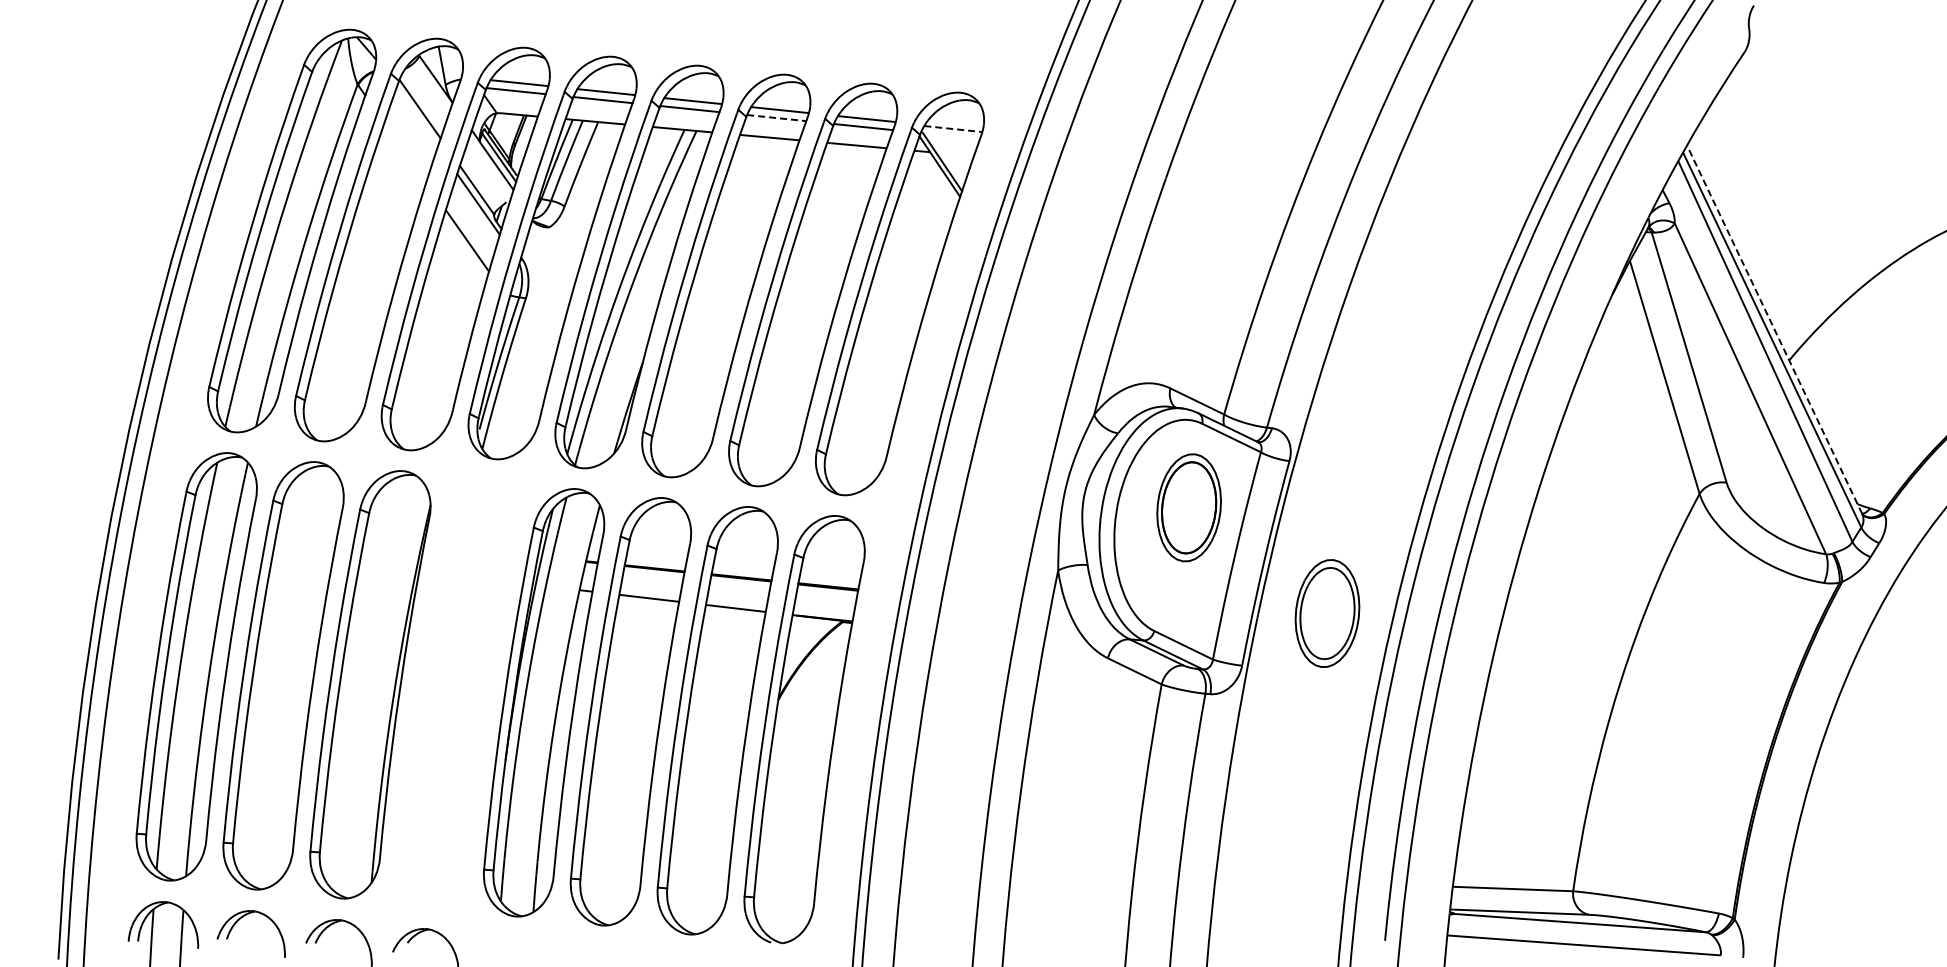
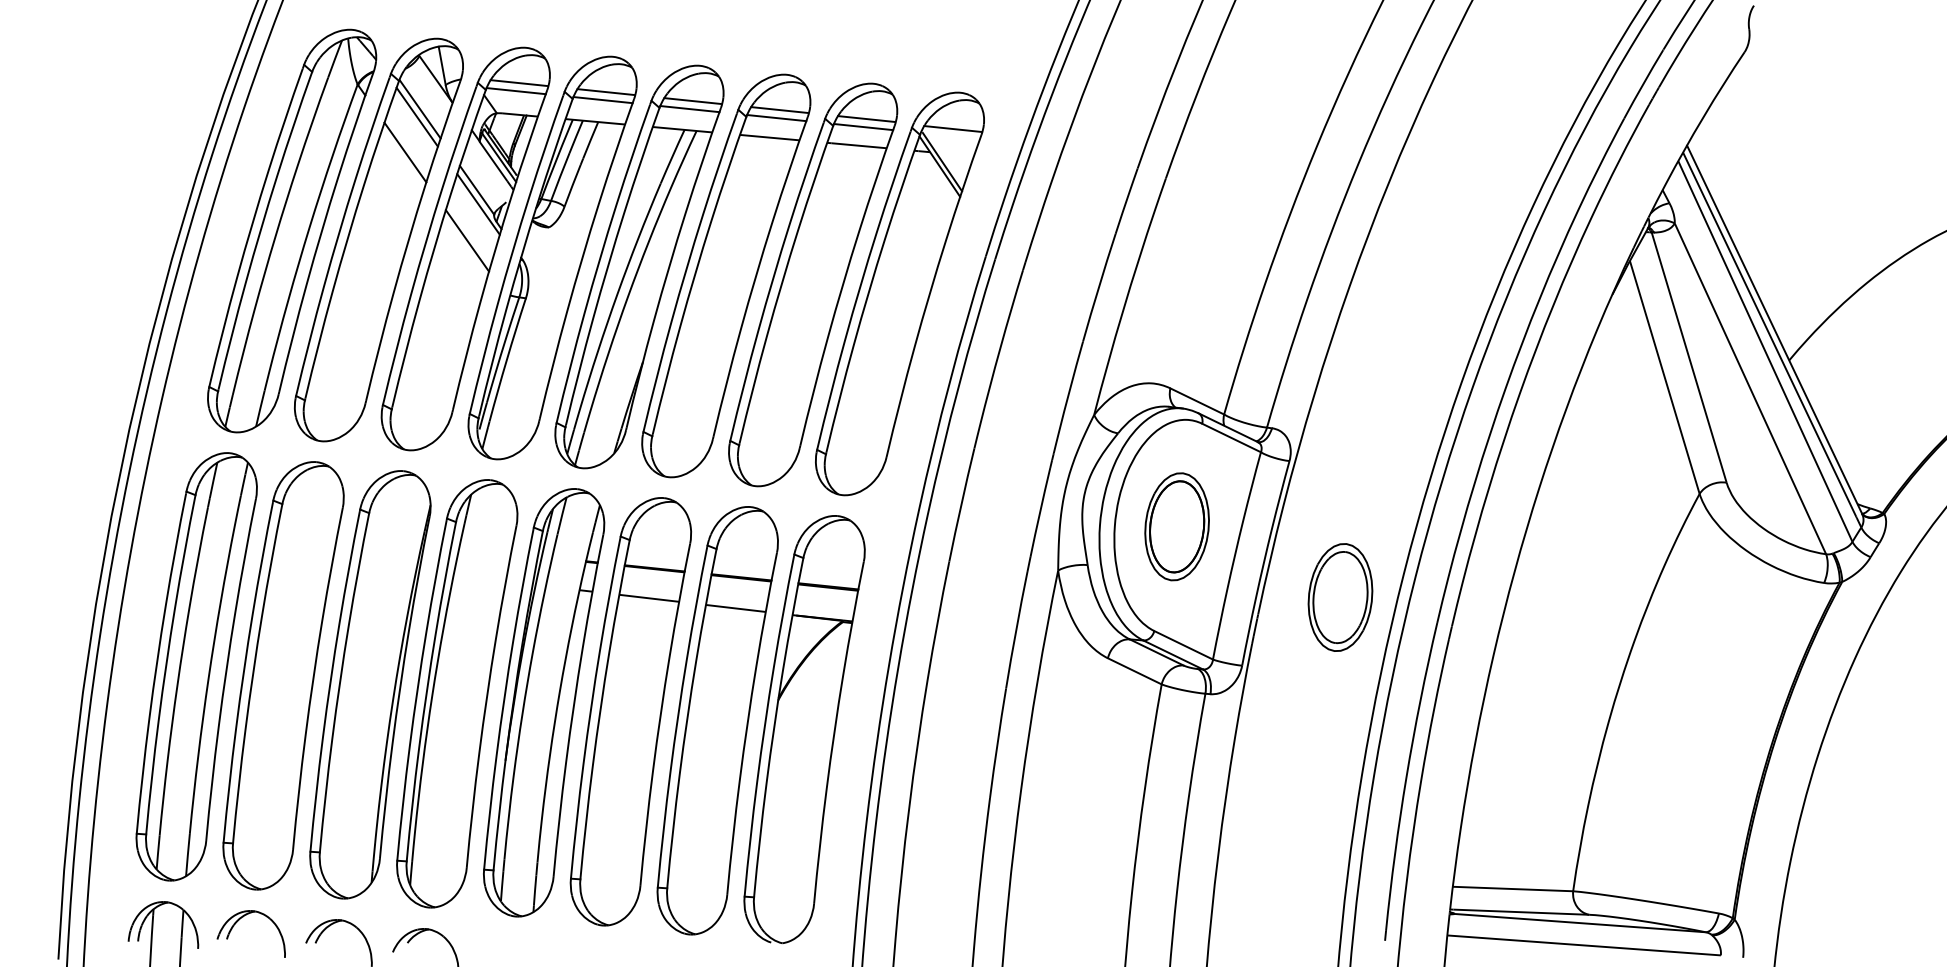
line at (416, 116): none -> present
line at (776, 118): dashed -> solid
line at (953, 129): dashed -> solid
line at (405, 152): none -> present
line at (1774, 329): dashed -> solid
part at (1188, 507) position: (1188, 507) -> (1176, 526)
part at (1327, 613) position: (1327, 613) -> (1340, 597)
part at (457, 693): none -> present
